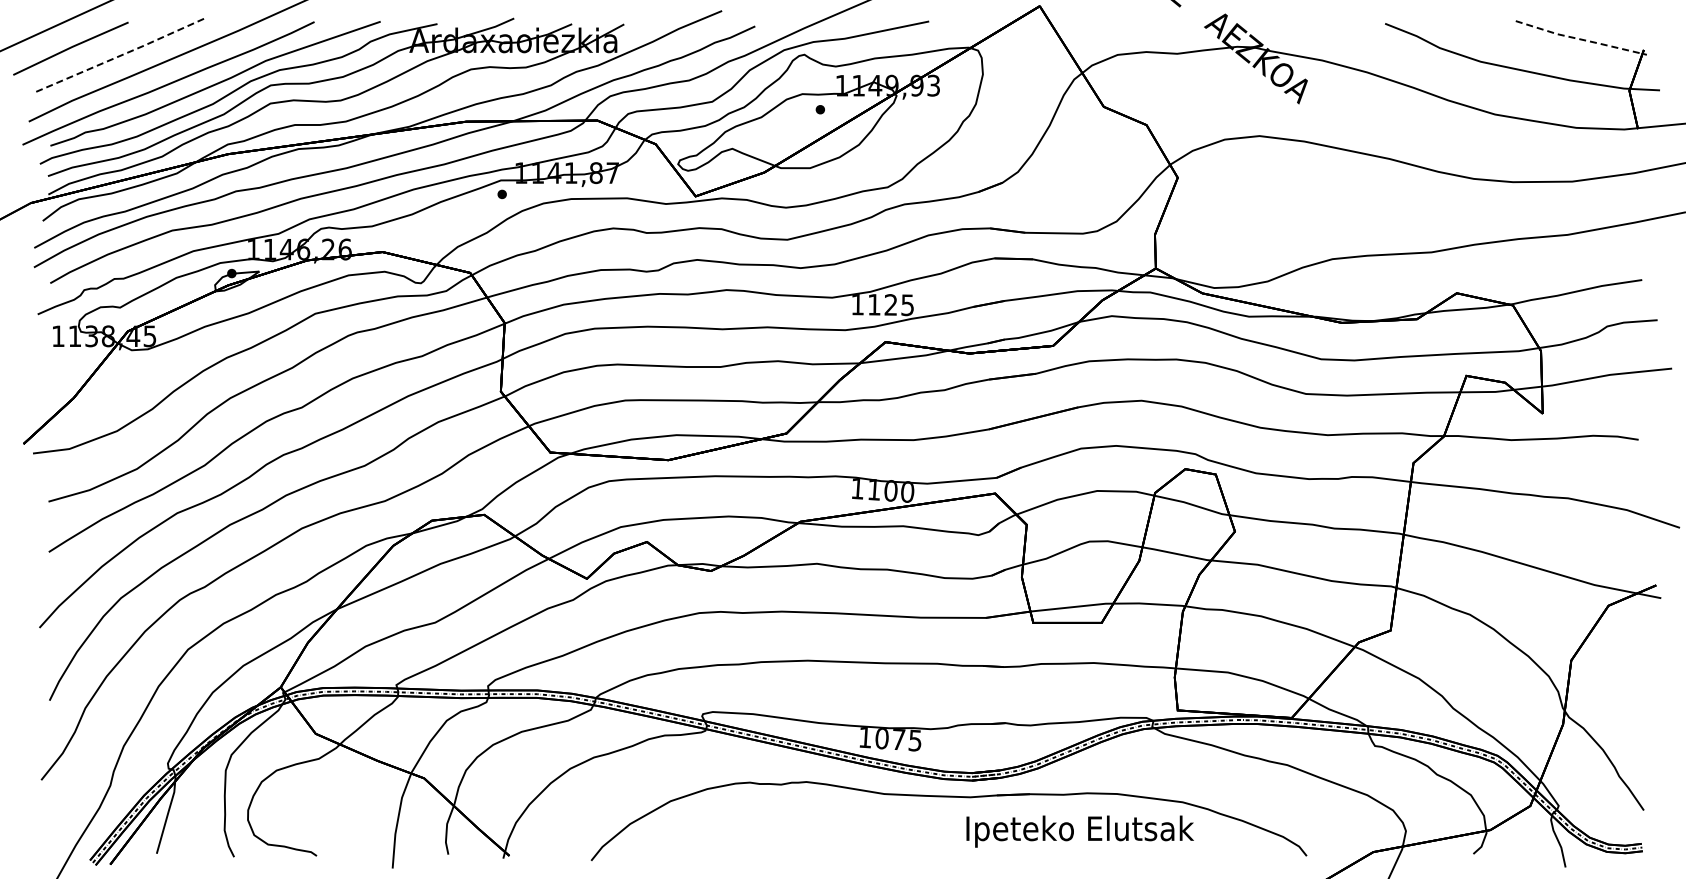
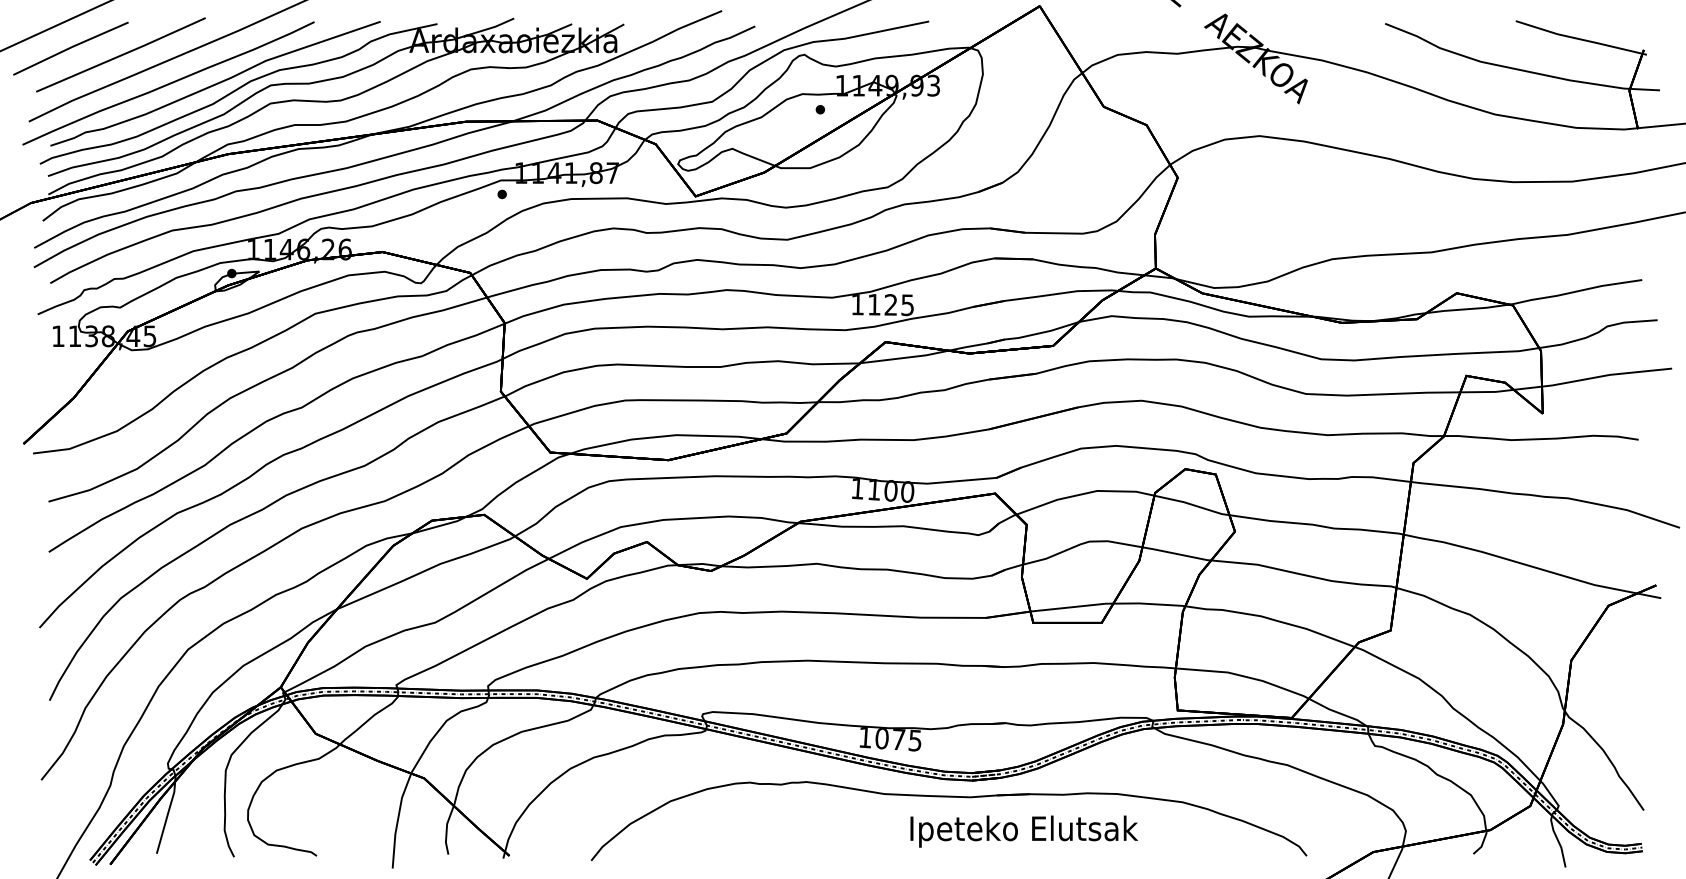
line at (1580, 39): dashed -> solid
line at (122, 55): dashed -> solid
text at (1079, 831) position: (1079, 831) -> (1023, 831)
